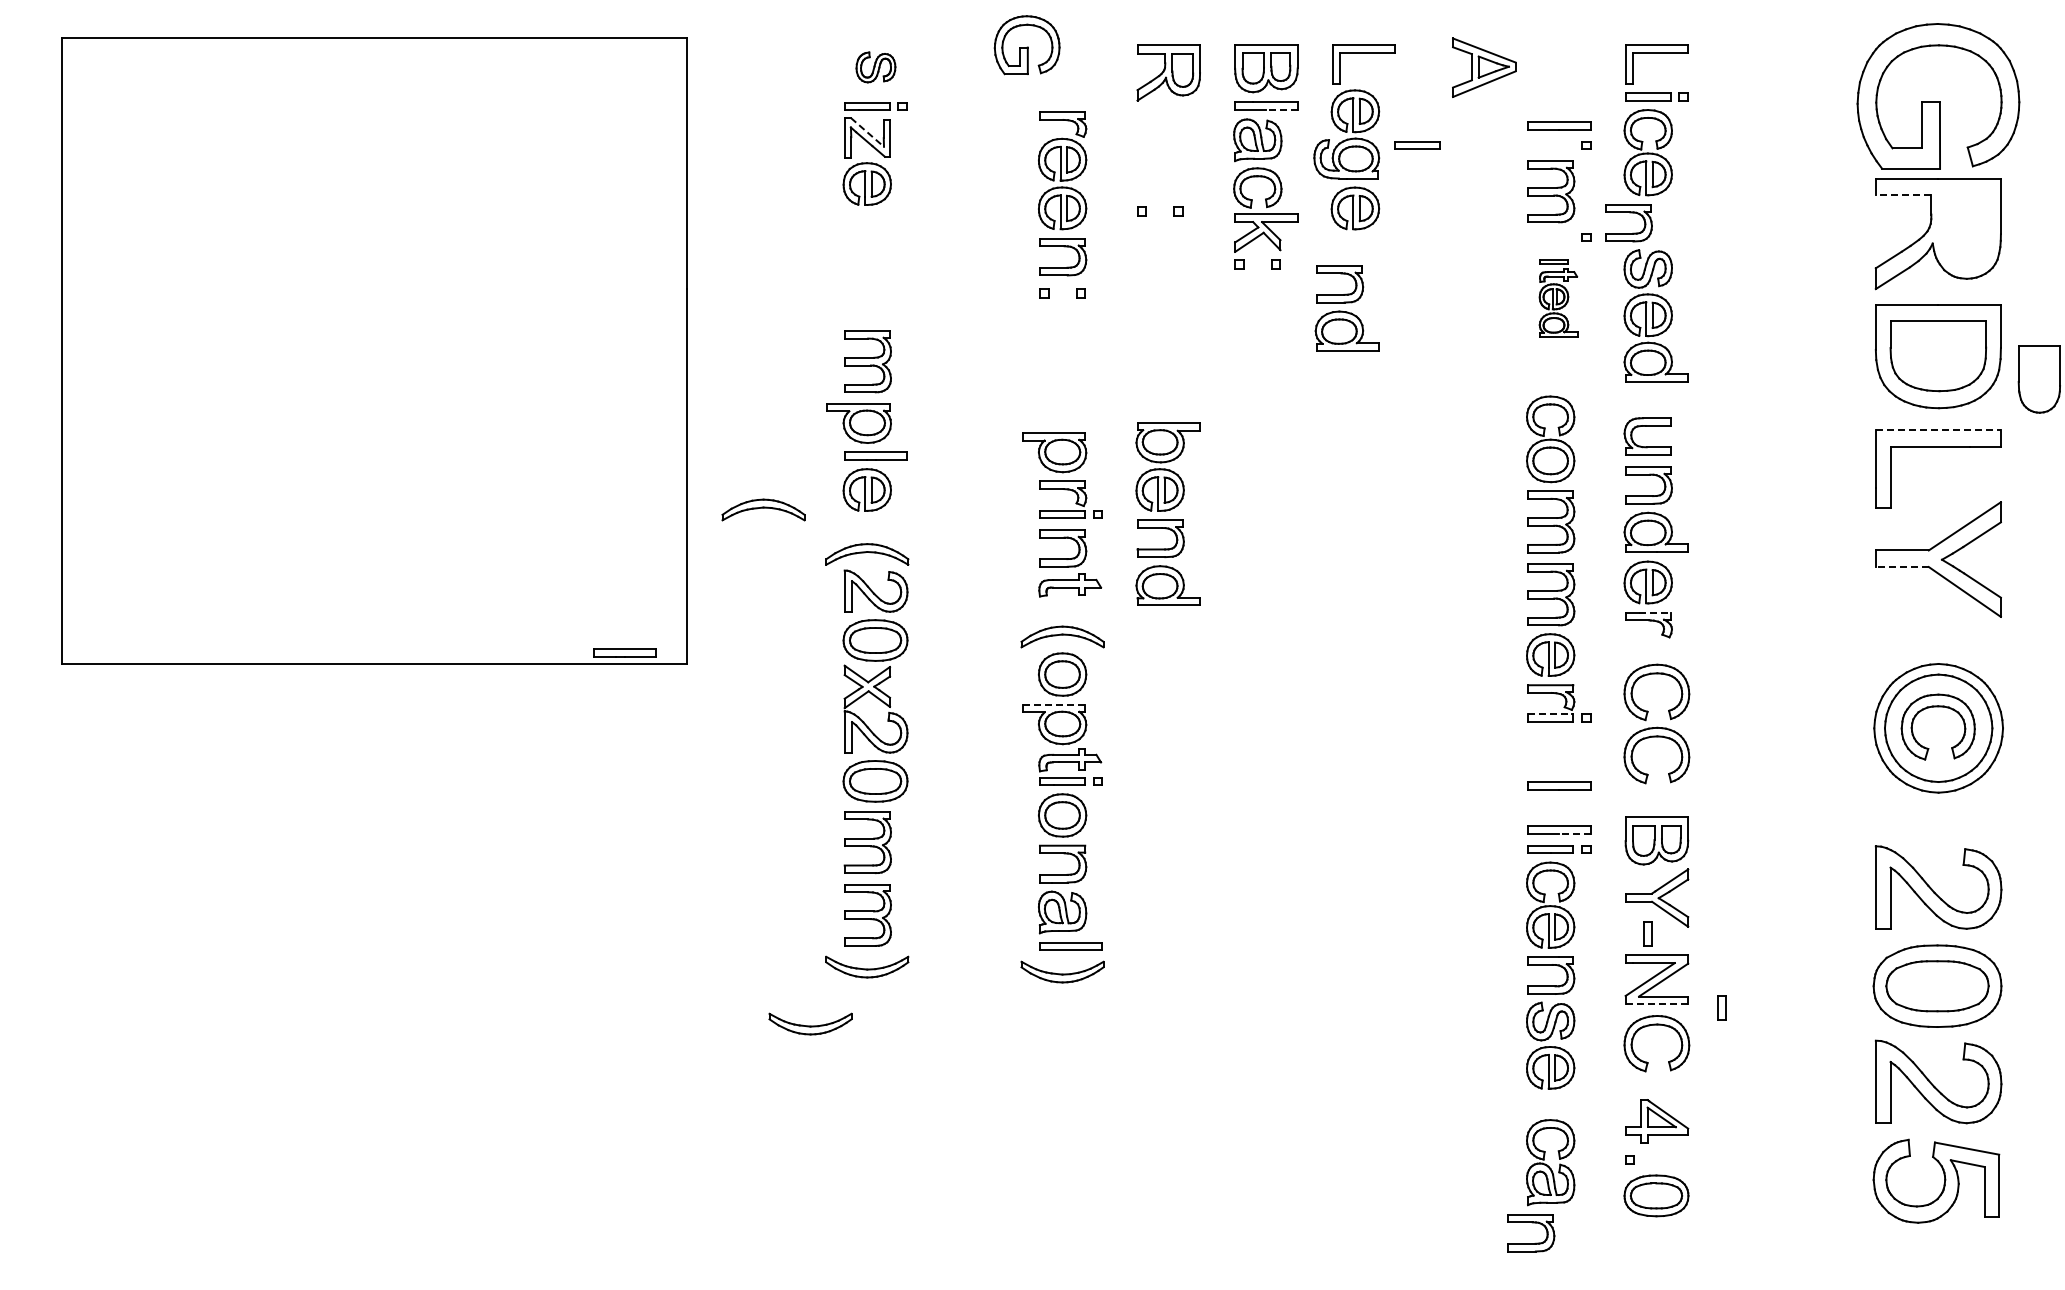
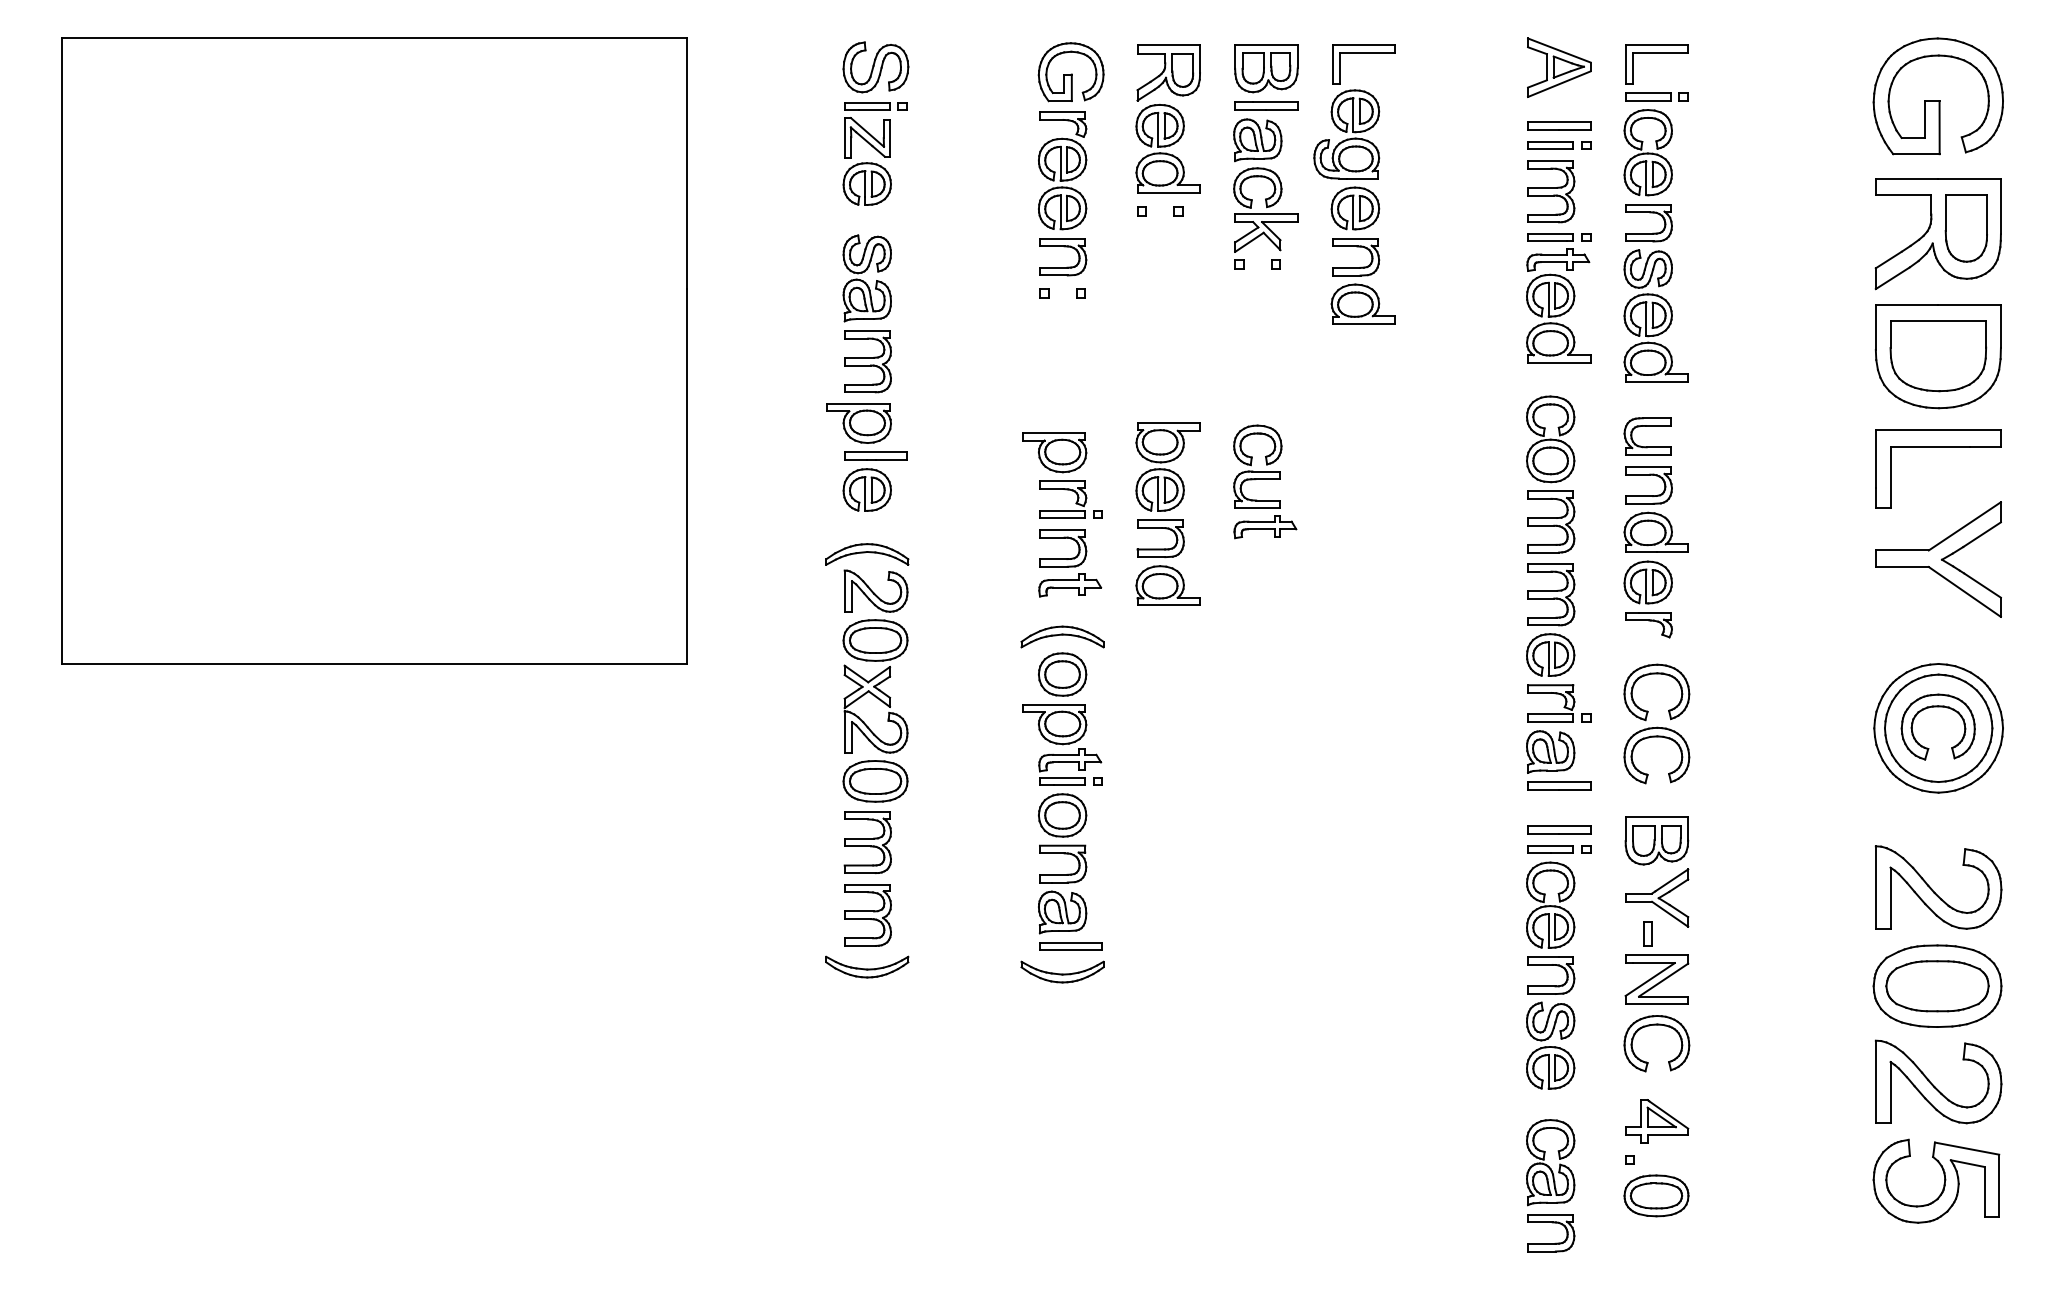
part at (1026, 45) position: (1026, 45) -> (1070, 72)
part at (875, 67) size: 42x33 px -> 68x53 px
part at (1484, 67) position: (1484, 67) -> (1559, 67)
part at (1938, 96) size: 165x147 px -> 132x119 px
line at (1282, 110): dashed -> solid
line at (867, 132): dashed -> solid
part at (1417, 145) position: (1417, 145) -> (1550, 145)
part at (1167, 148): none -> present
line at (1903, 195): dashed -> solid
part at (1632, 232) position: (1632, 232) -> (1652, 232)
part at (866, 278): none -> present
part at (1558, 298) size: 41x79 px -> 66x131 px
part at (1346, 308) position: (1346, 308) -> (1362, 281)
part at (2038, 379) position: (2038, 379) -> (1965, 228)
line at (1938, 430): dashed -> solid
part at (1265, 481): none -> present
part at (763, 509): present -> none
line at (1901, 567): dashed -> solid
line at (1655, 612): dashed -> solid
part at (624, 652): present -> none
line at (1054, 704): dashed -> solid
line at (1549, 714): dashed -> solid
part at (1550, 751): none -> present
line at (1574, 833): dashed -> solid
line at (1656, 1004): dashed -> solid
part at (1721, 1007): present -> none
part at (810, 1023): present -> none
part at (1535, 1242) position: (1535, 1242) -> (1555, 1242)
